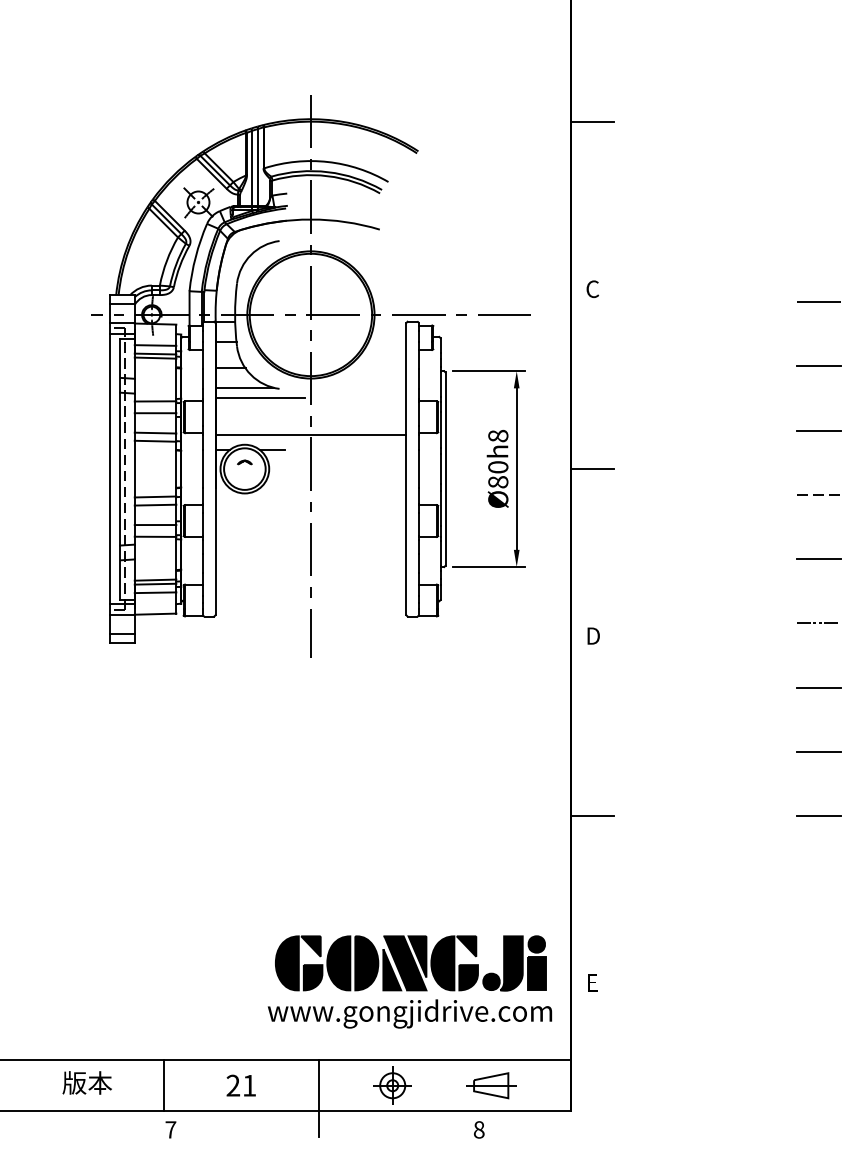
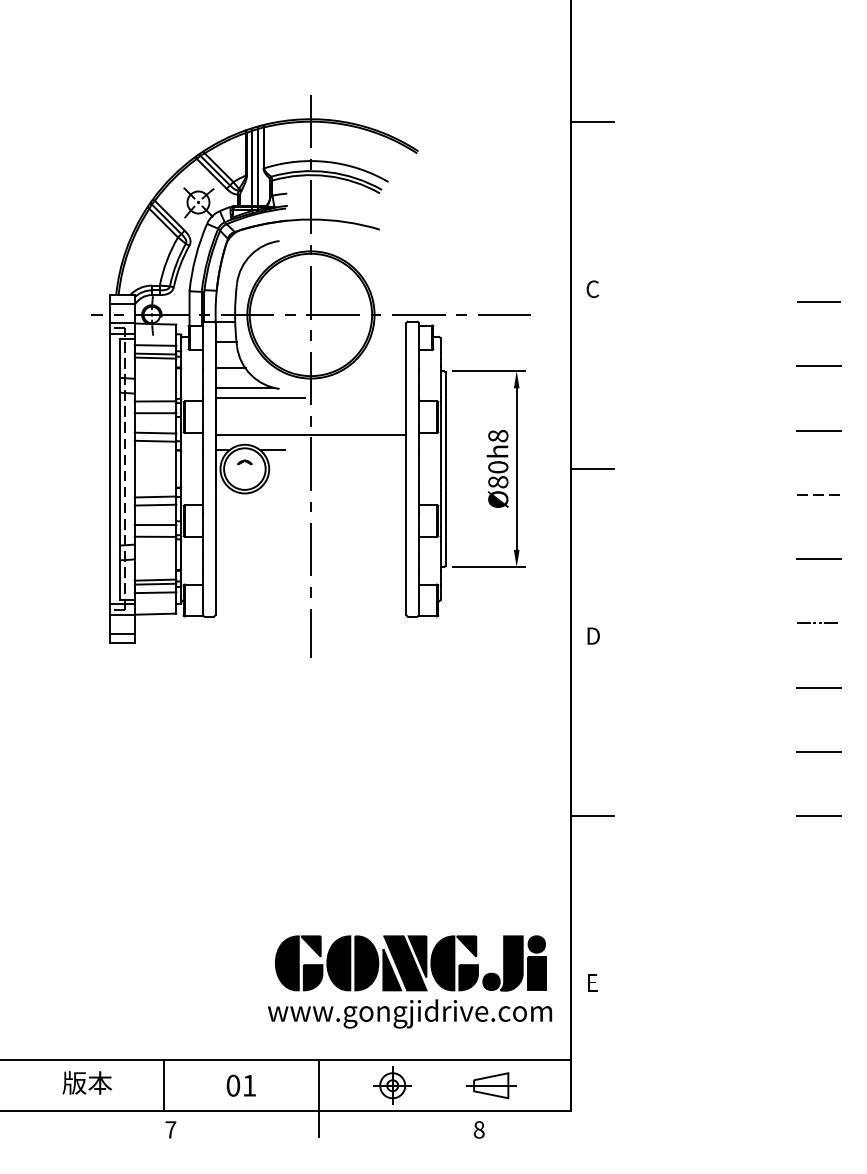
text at (233, 1085): 21 -> 01
